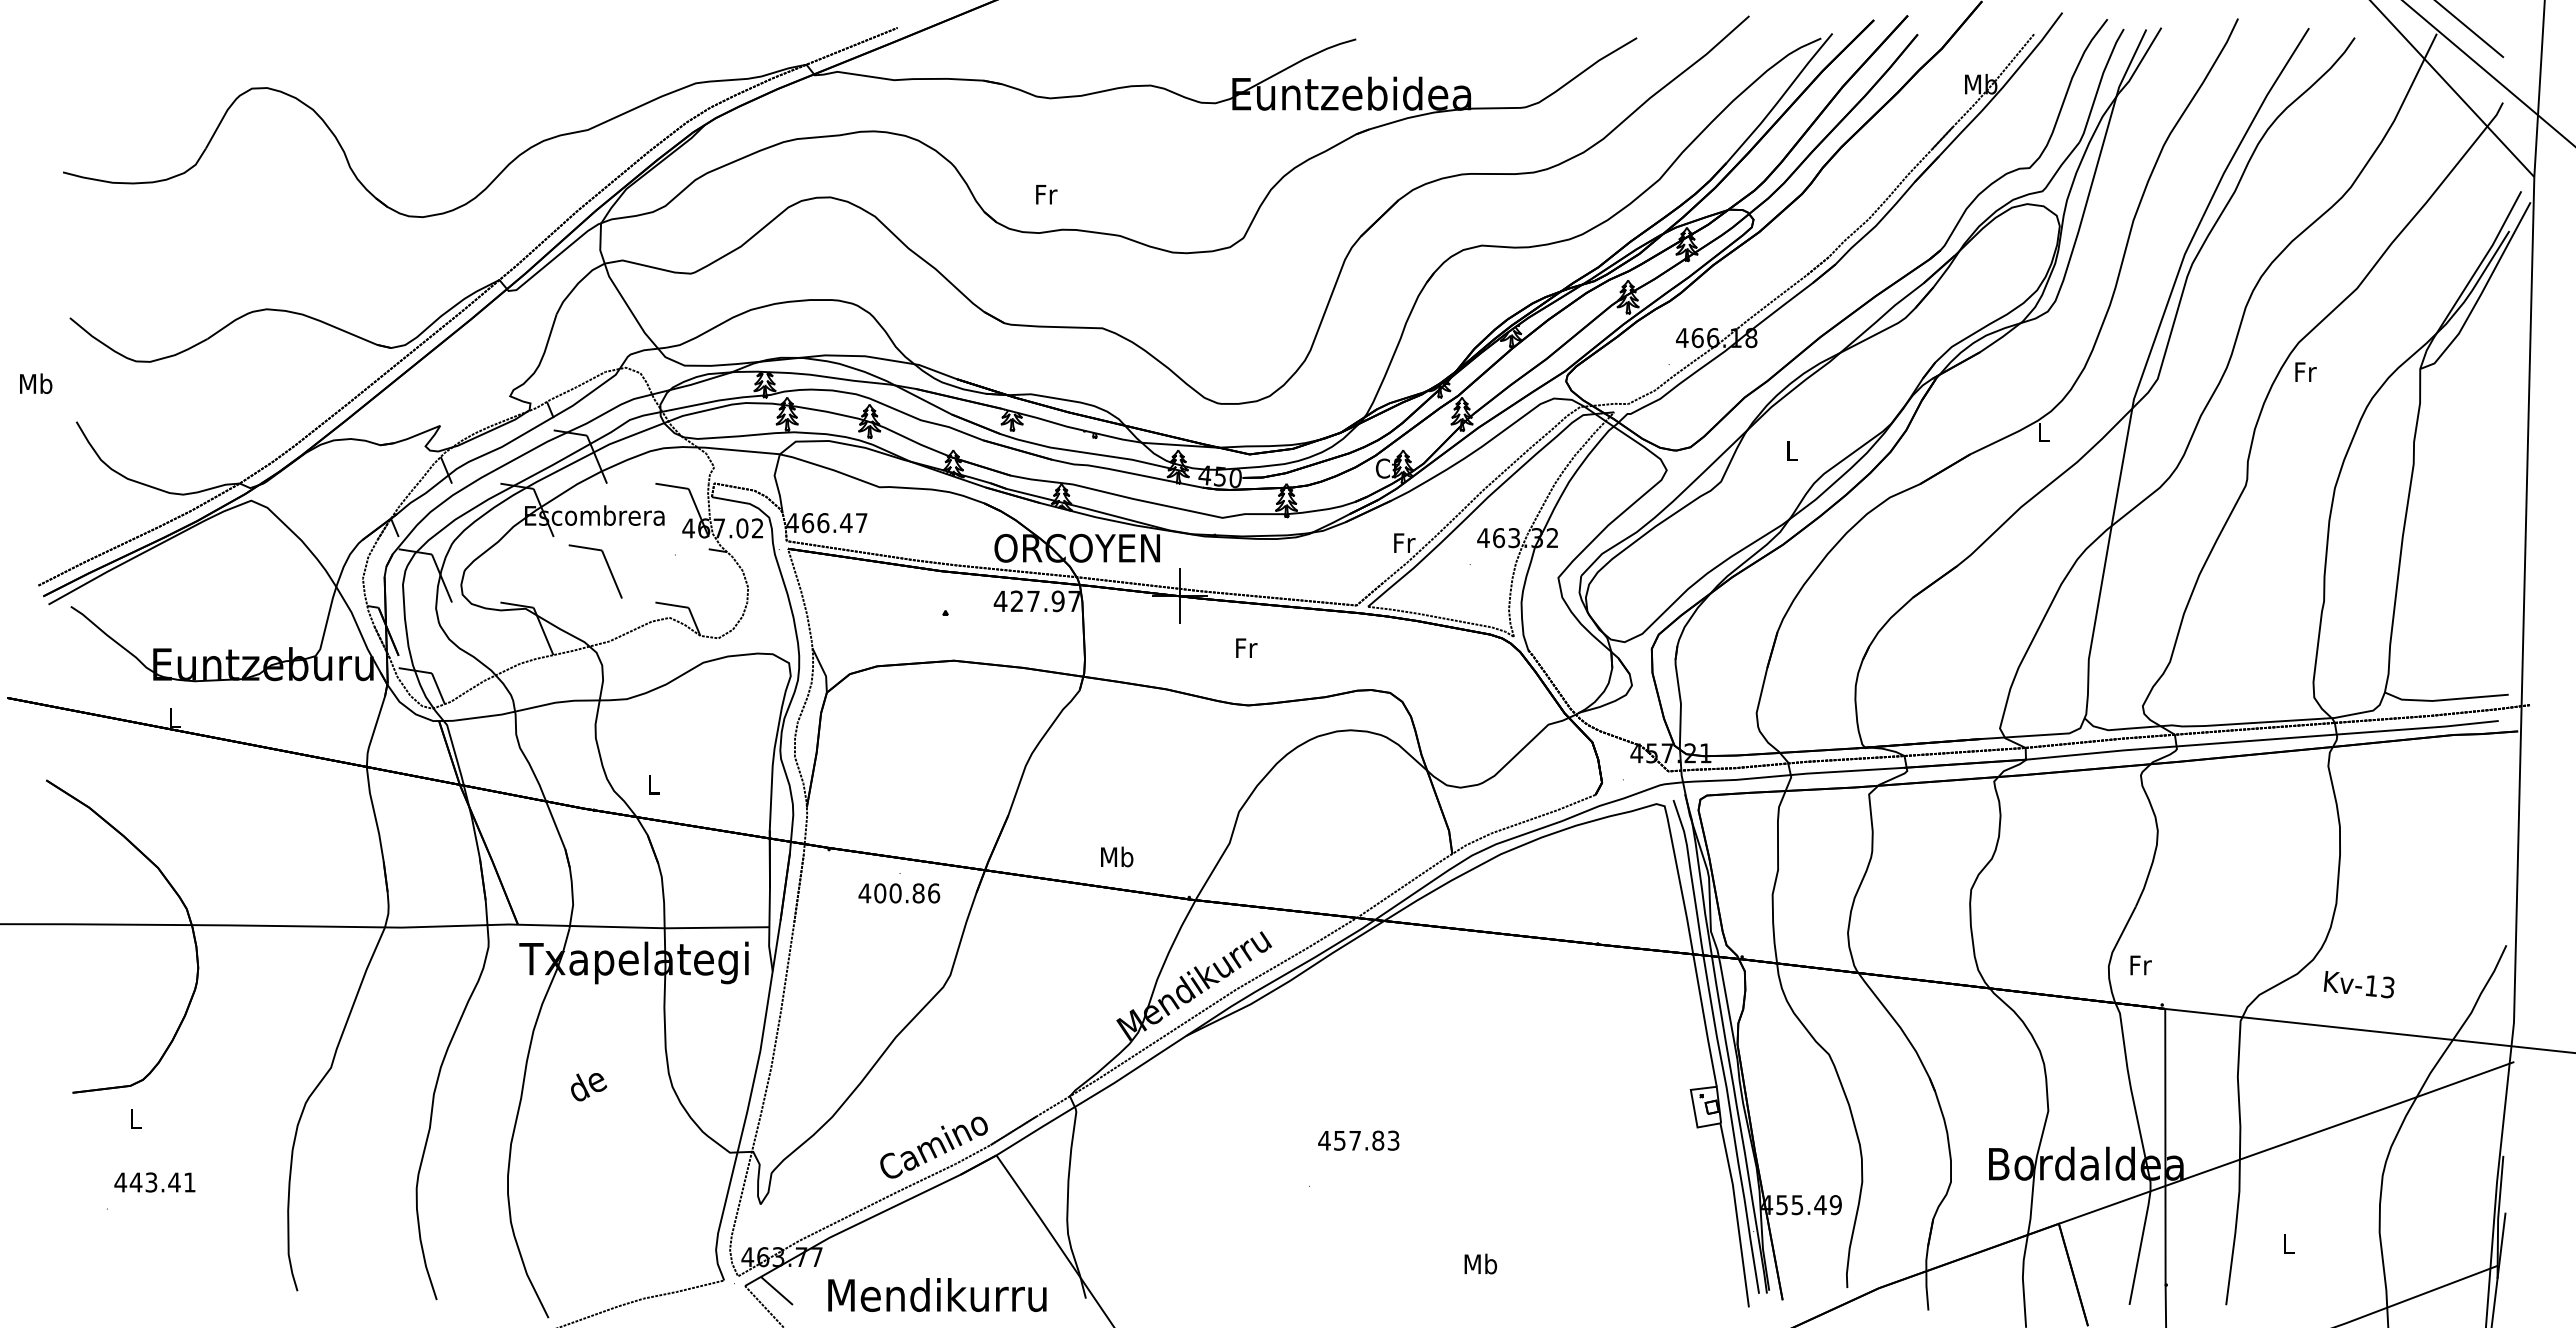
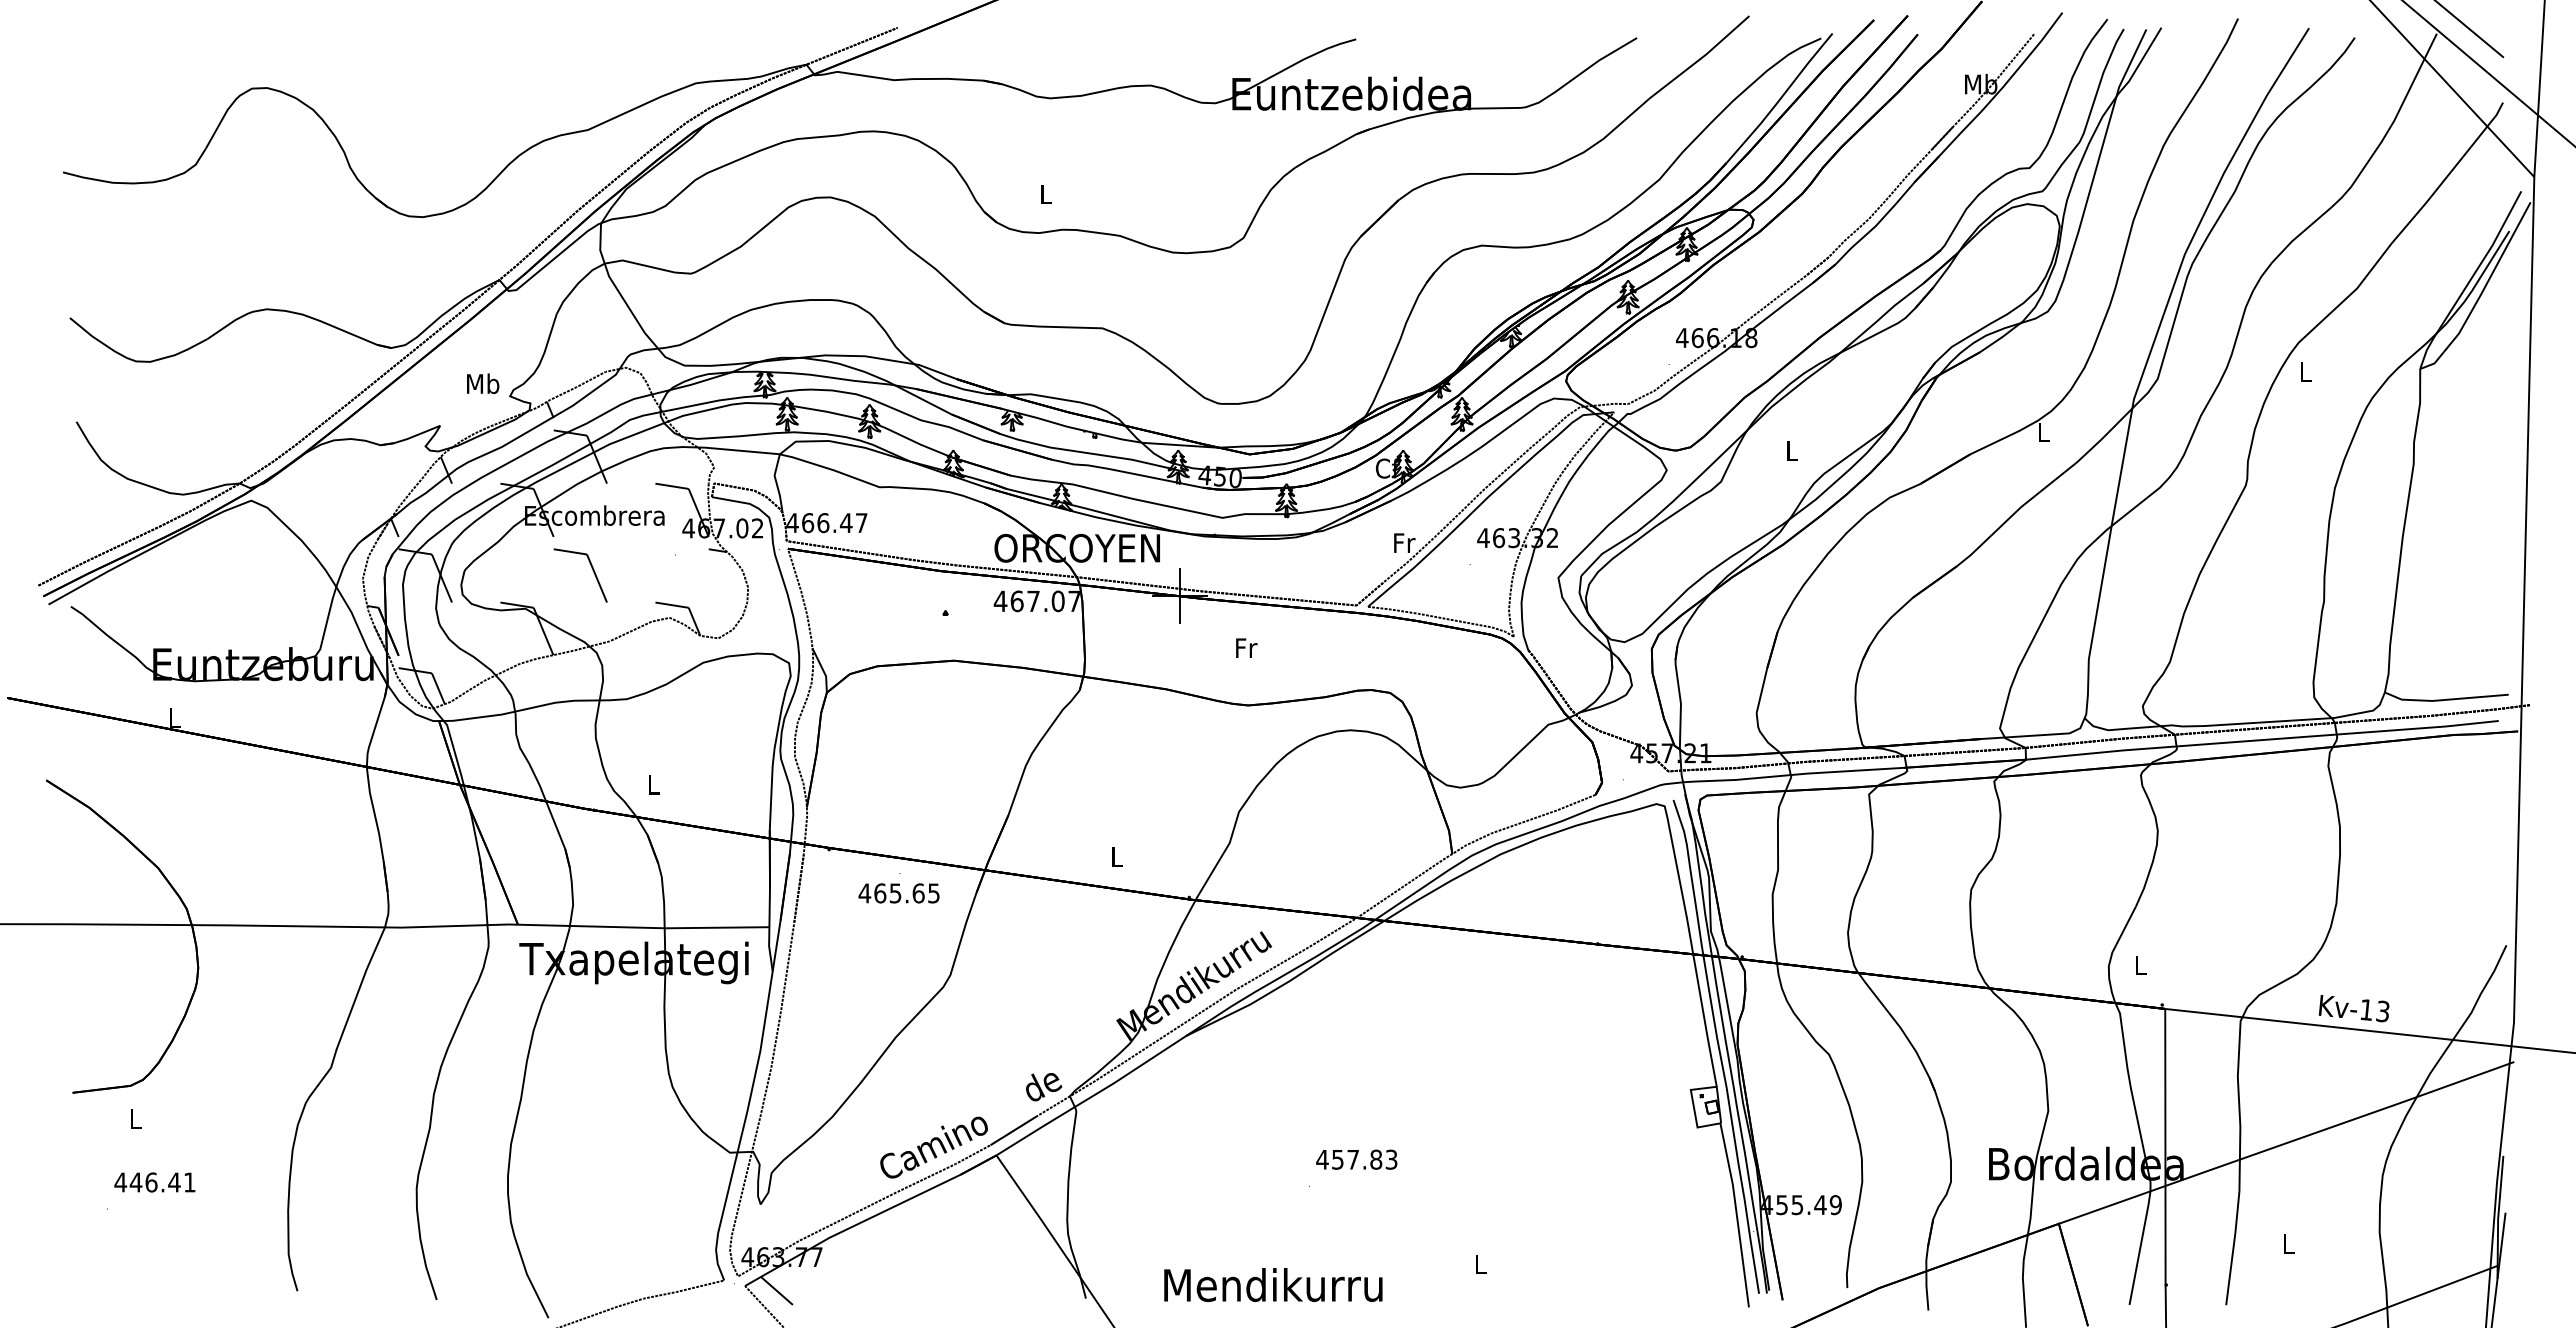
text at (1046, 194): Fr -> L
text at (2305, 371): Fr -> L
text at (36, 383) position: (36, 383) -> (483, 383)
part at (607, 566) position: (607, 566) -> (592, 570)
text at (1037, 601): 427.97 -> 467.07
text at (1117, 856): Mb -> L
text at (907, 893): 400.86 -> 465.65
text at (2140, 965): Fr -> L
text at (2358, 984) position: (2358, 984) -> (2353, 1008)
text at (589, 1087) position: (589, 1087) -> (1044, 1087)
text at (1358, 1140) position: (1358, 1140) -> (1356, 1159)
text at (151, 1182): 443.41 -> 446.41
text at (1480, 1263): Mb -> L
text at (937, 1294) position: (937, 1294) -> (1273, 1284)
